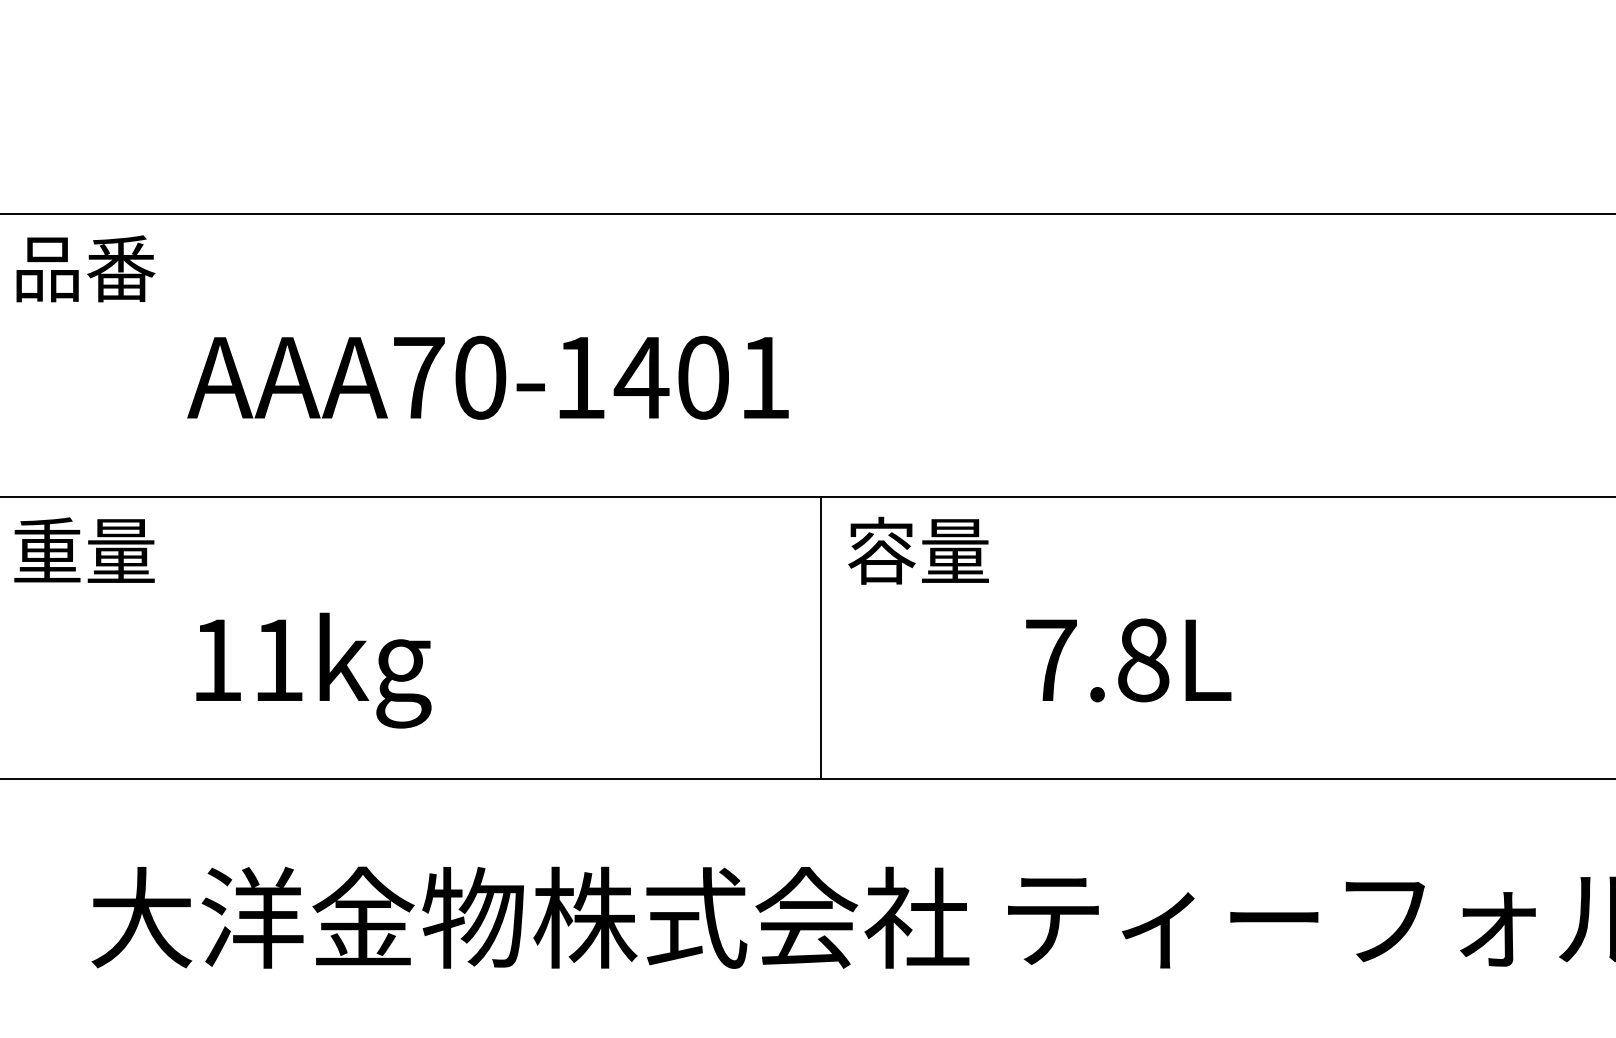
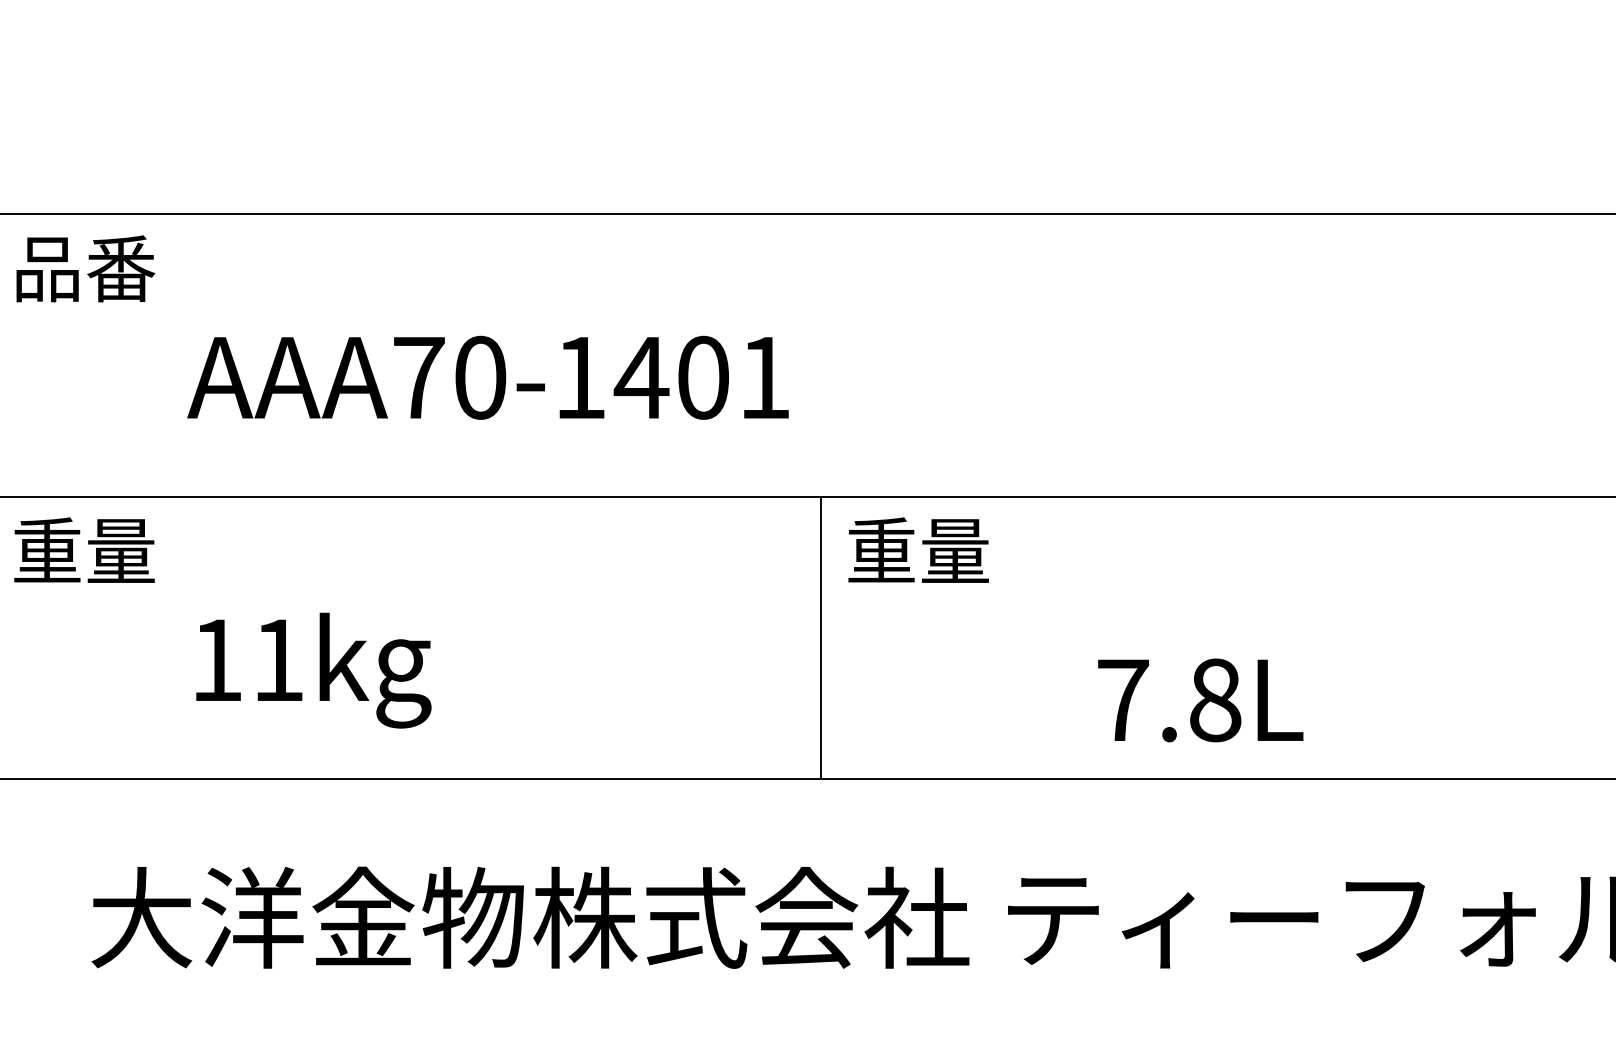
text at (881, 550): 容量 -> 重量
text at (1128, 660) position: (1128, 660) -> (1200, 700)
